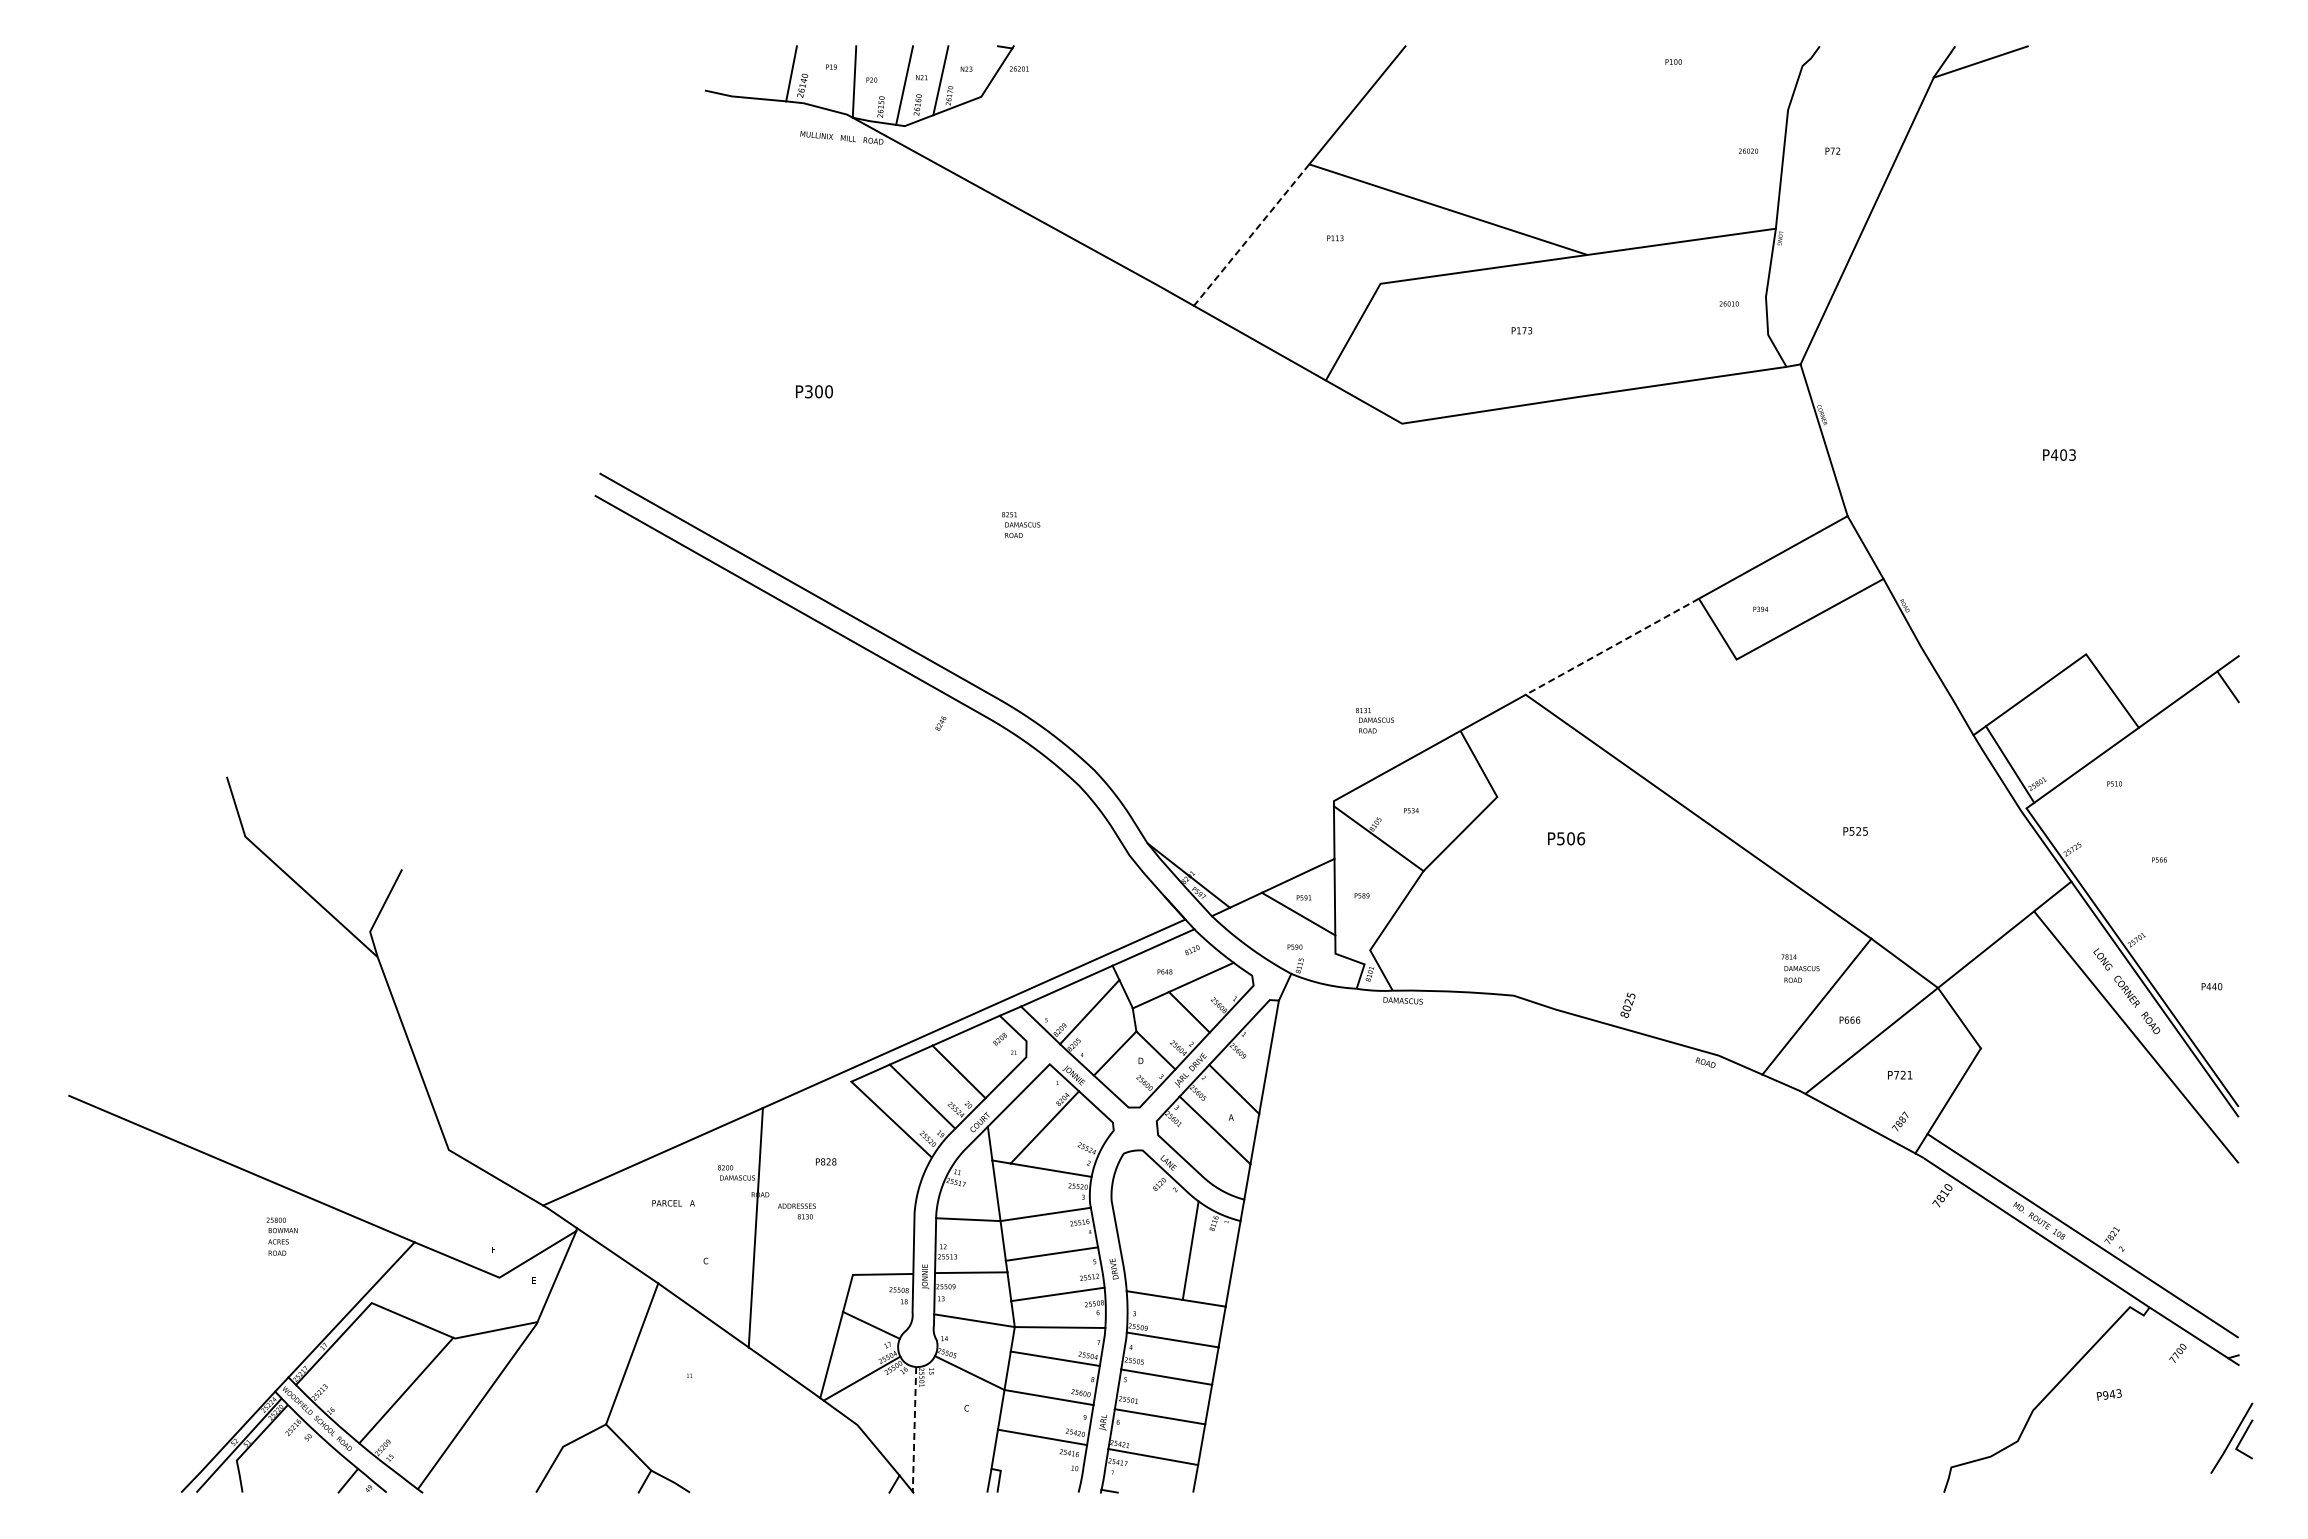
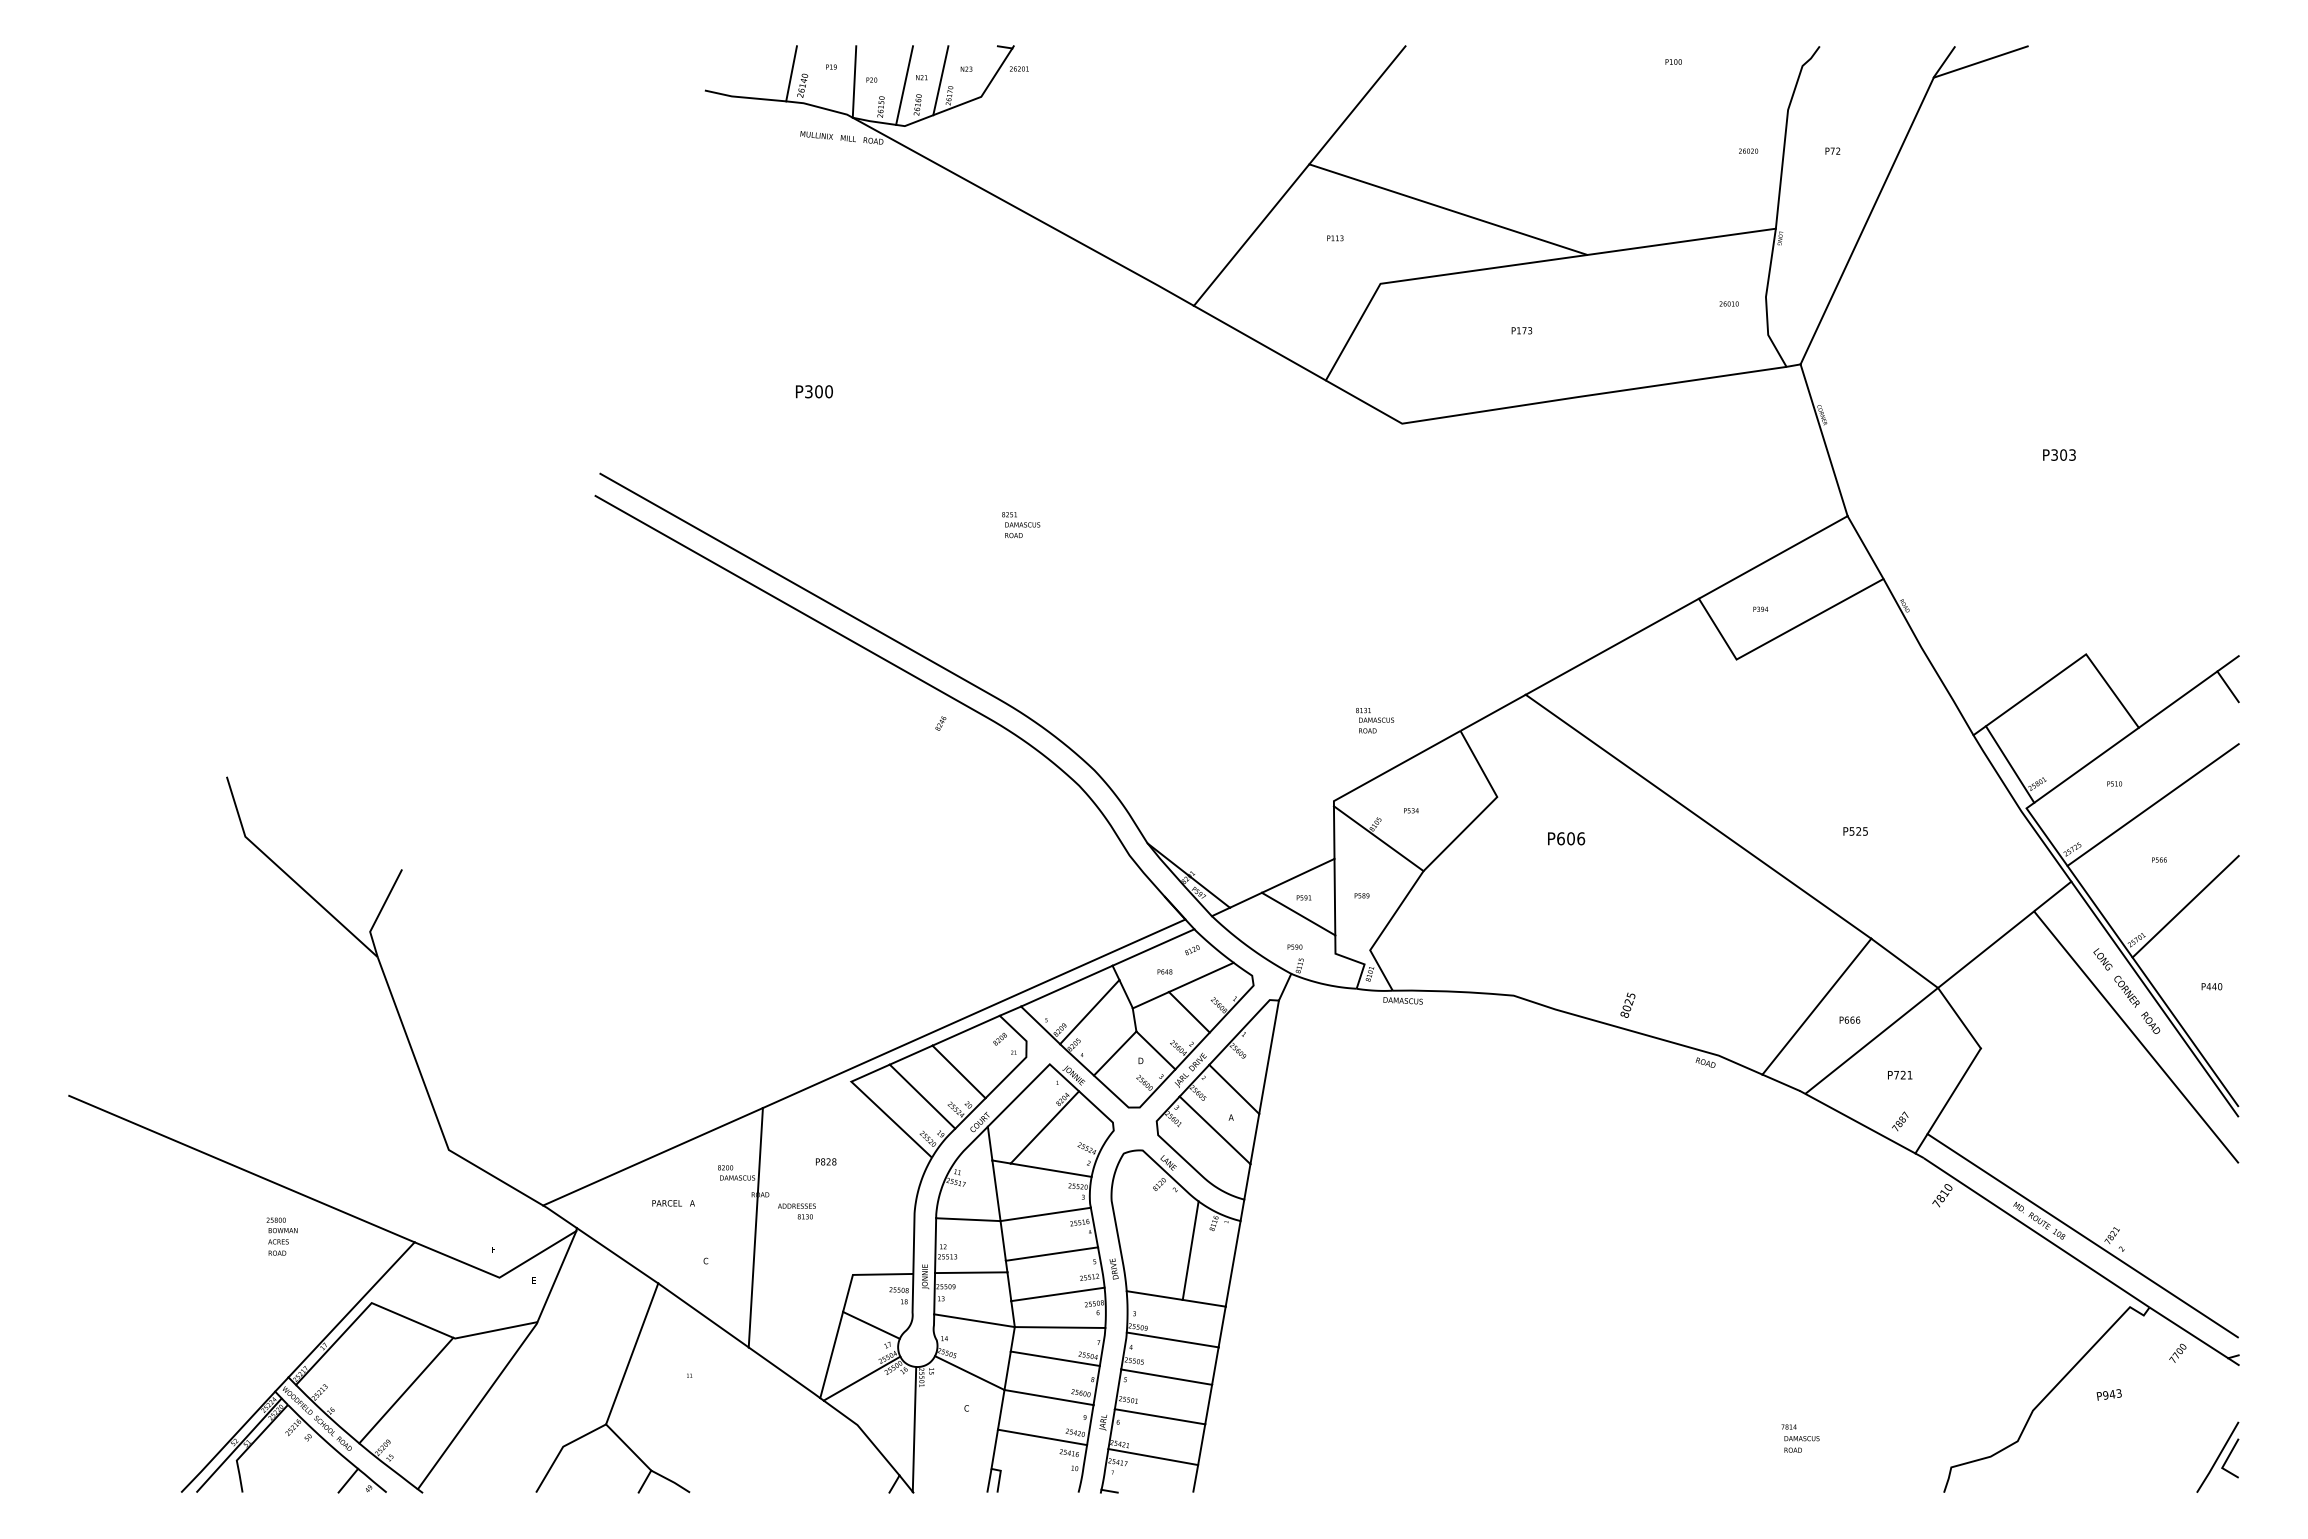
line at (1251, 235): dashed -> solid
text at (2054, 454): P403 -> P303
line at (1611, 647): dashed -> solid
line at (2152, 804): none -> present
text at (1560, 838): P506 -> P606
line at (2185, 906): none -> present
text at (1800, 968) position: (1800, 968) -> (1800, 1438)
line at (914, 1429): dashed -> solid
part at (2231, 1437) position: (2231, 1437) -> (2217, 1456)
